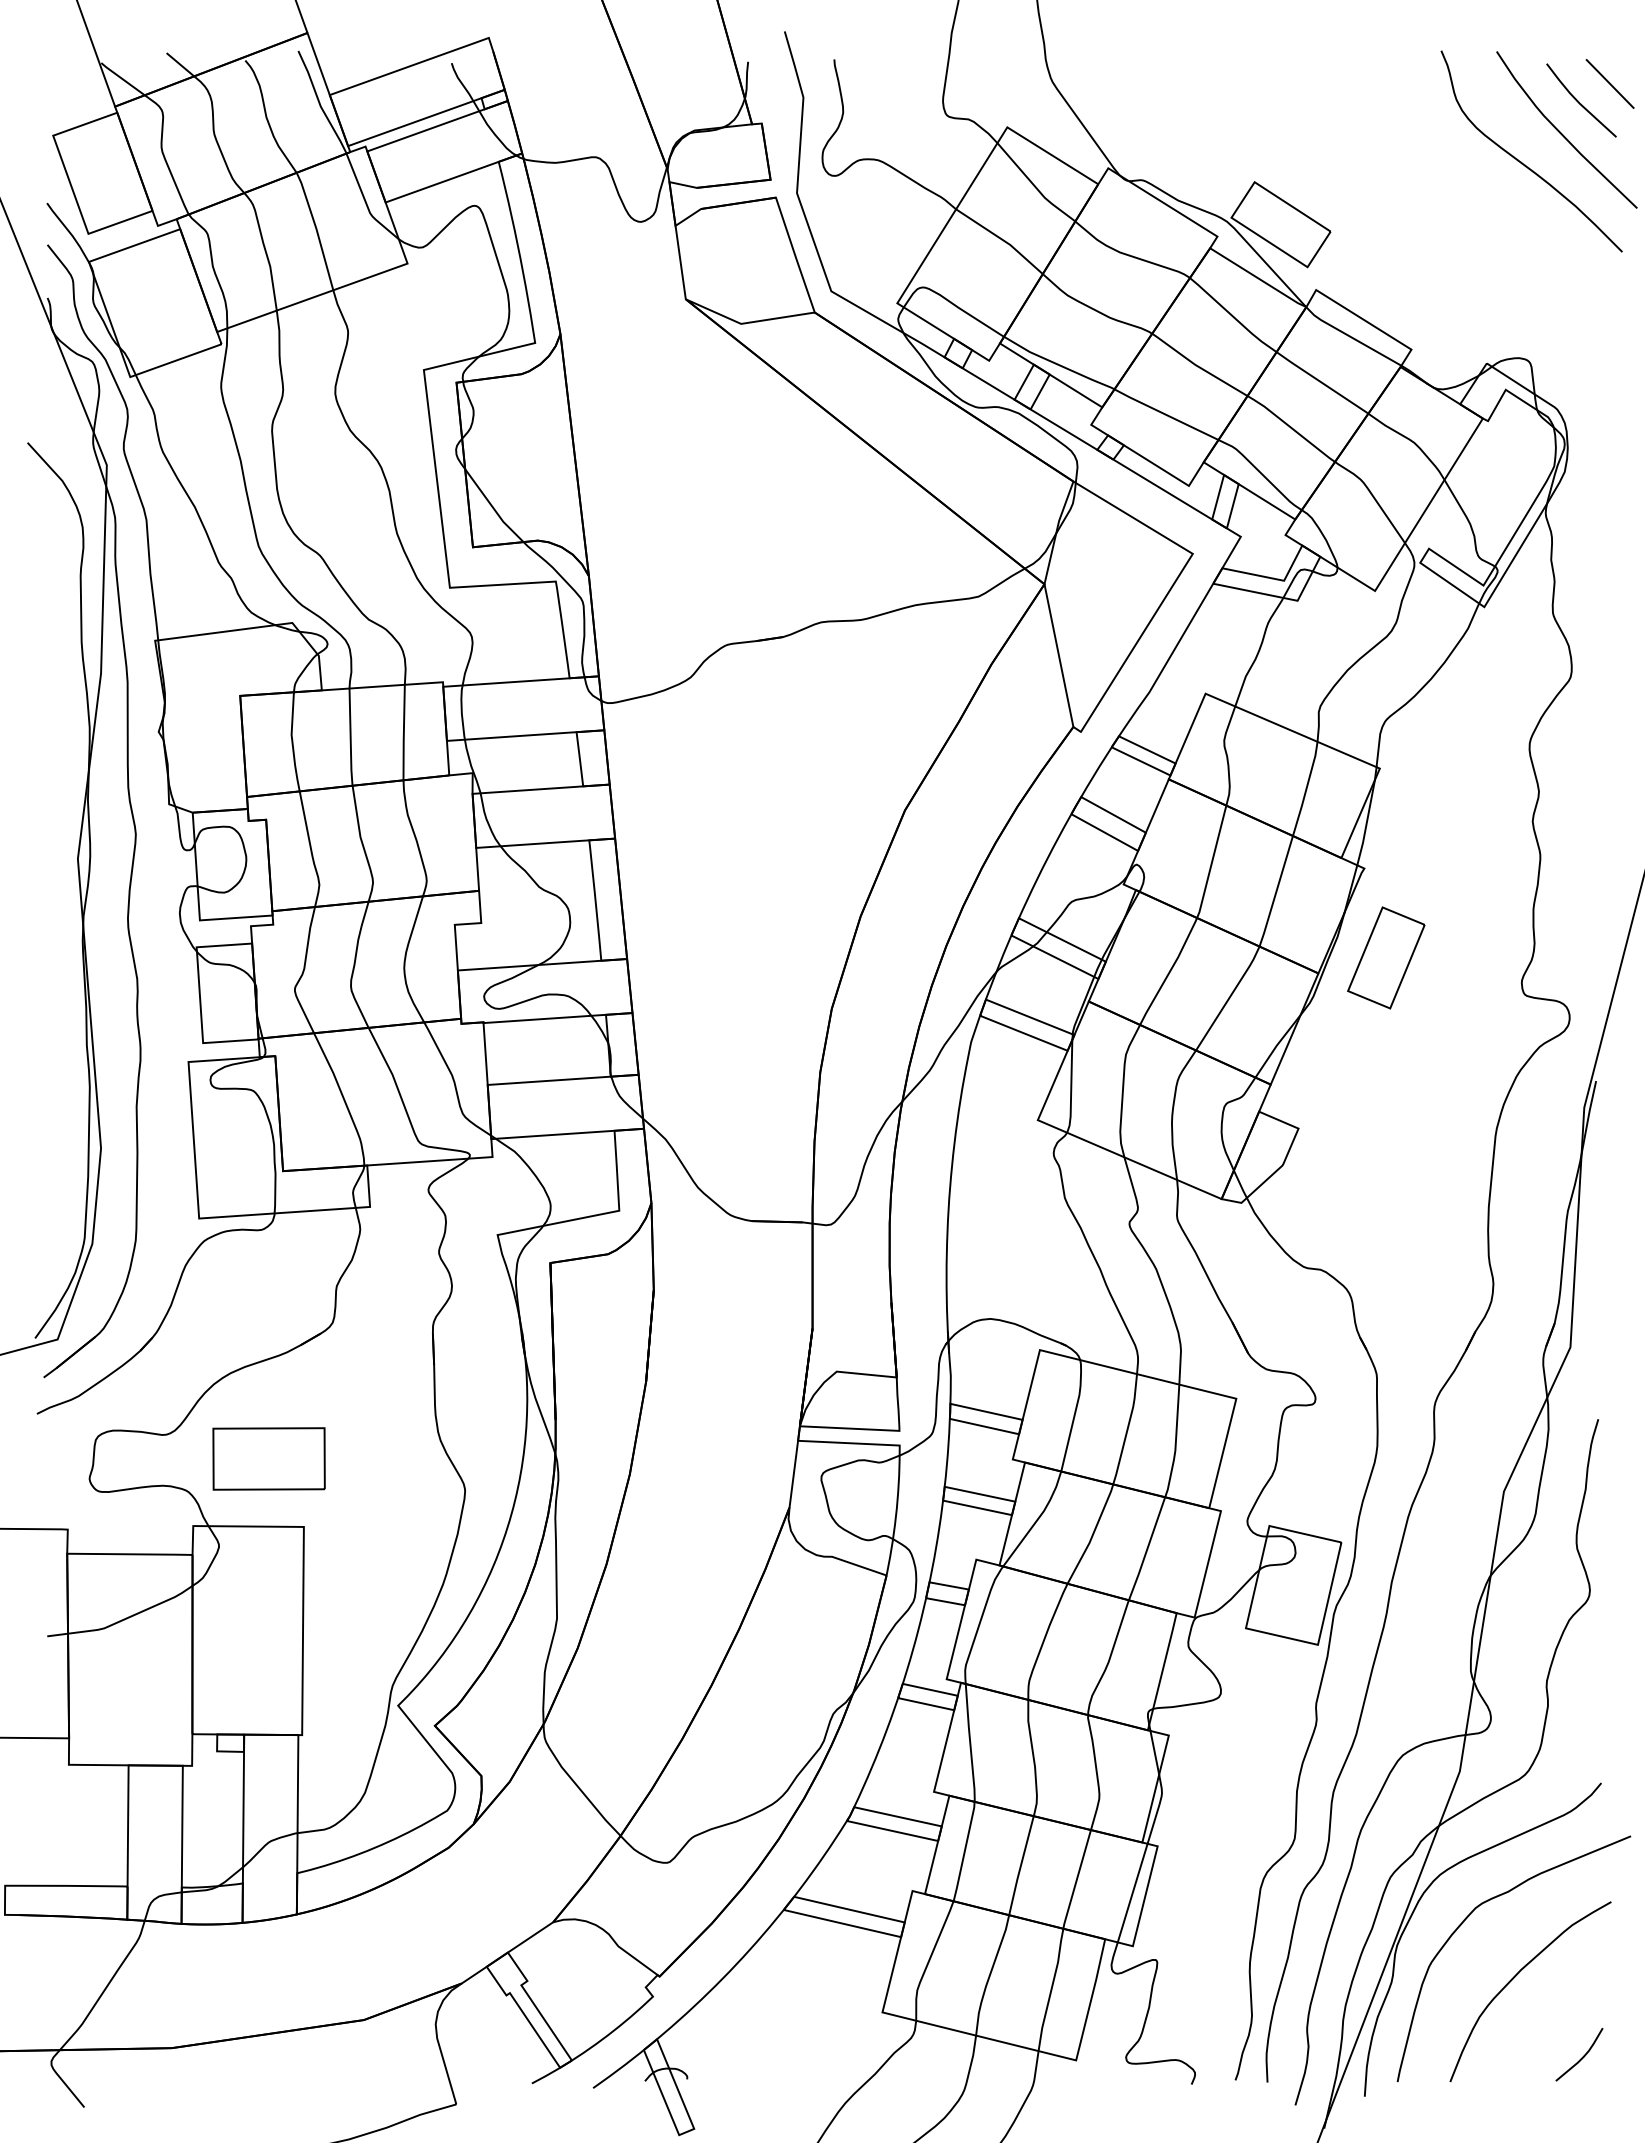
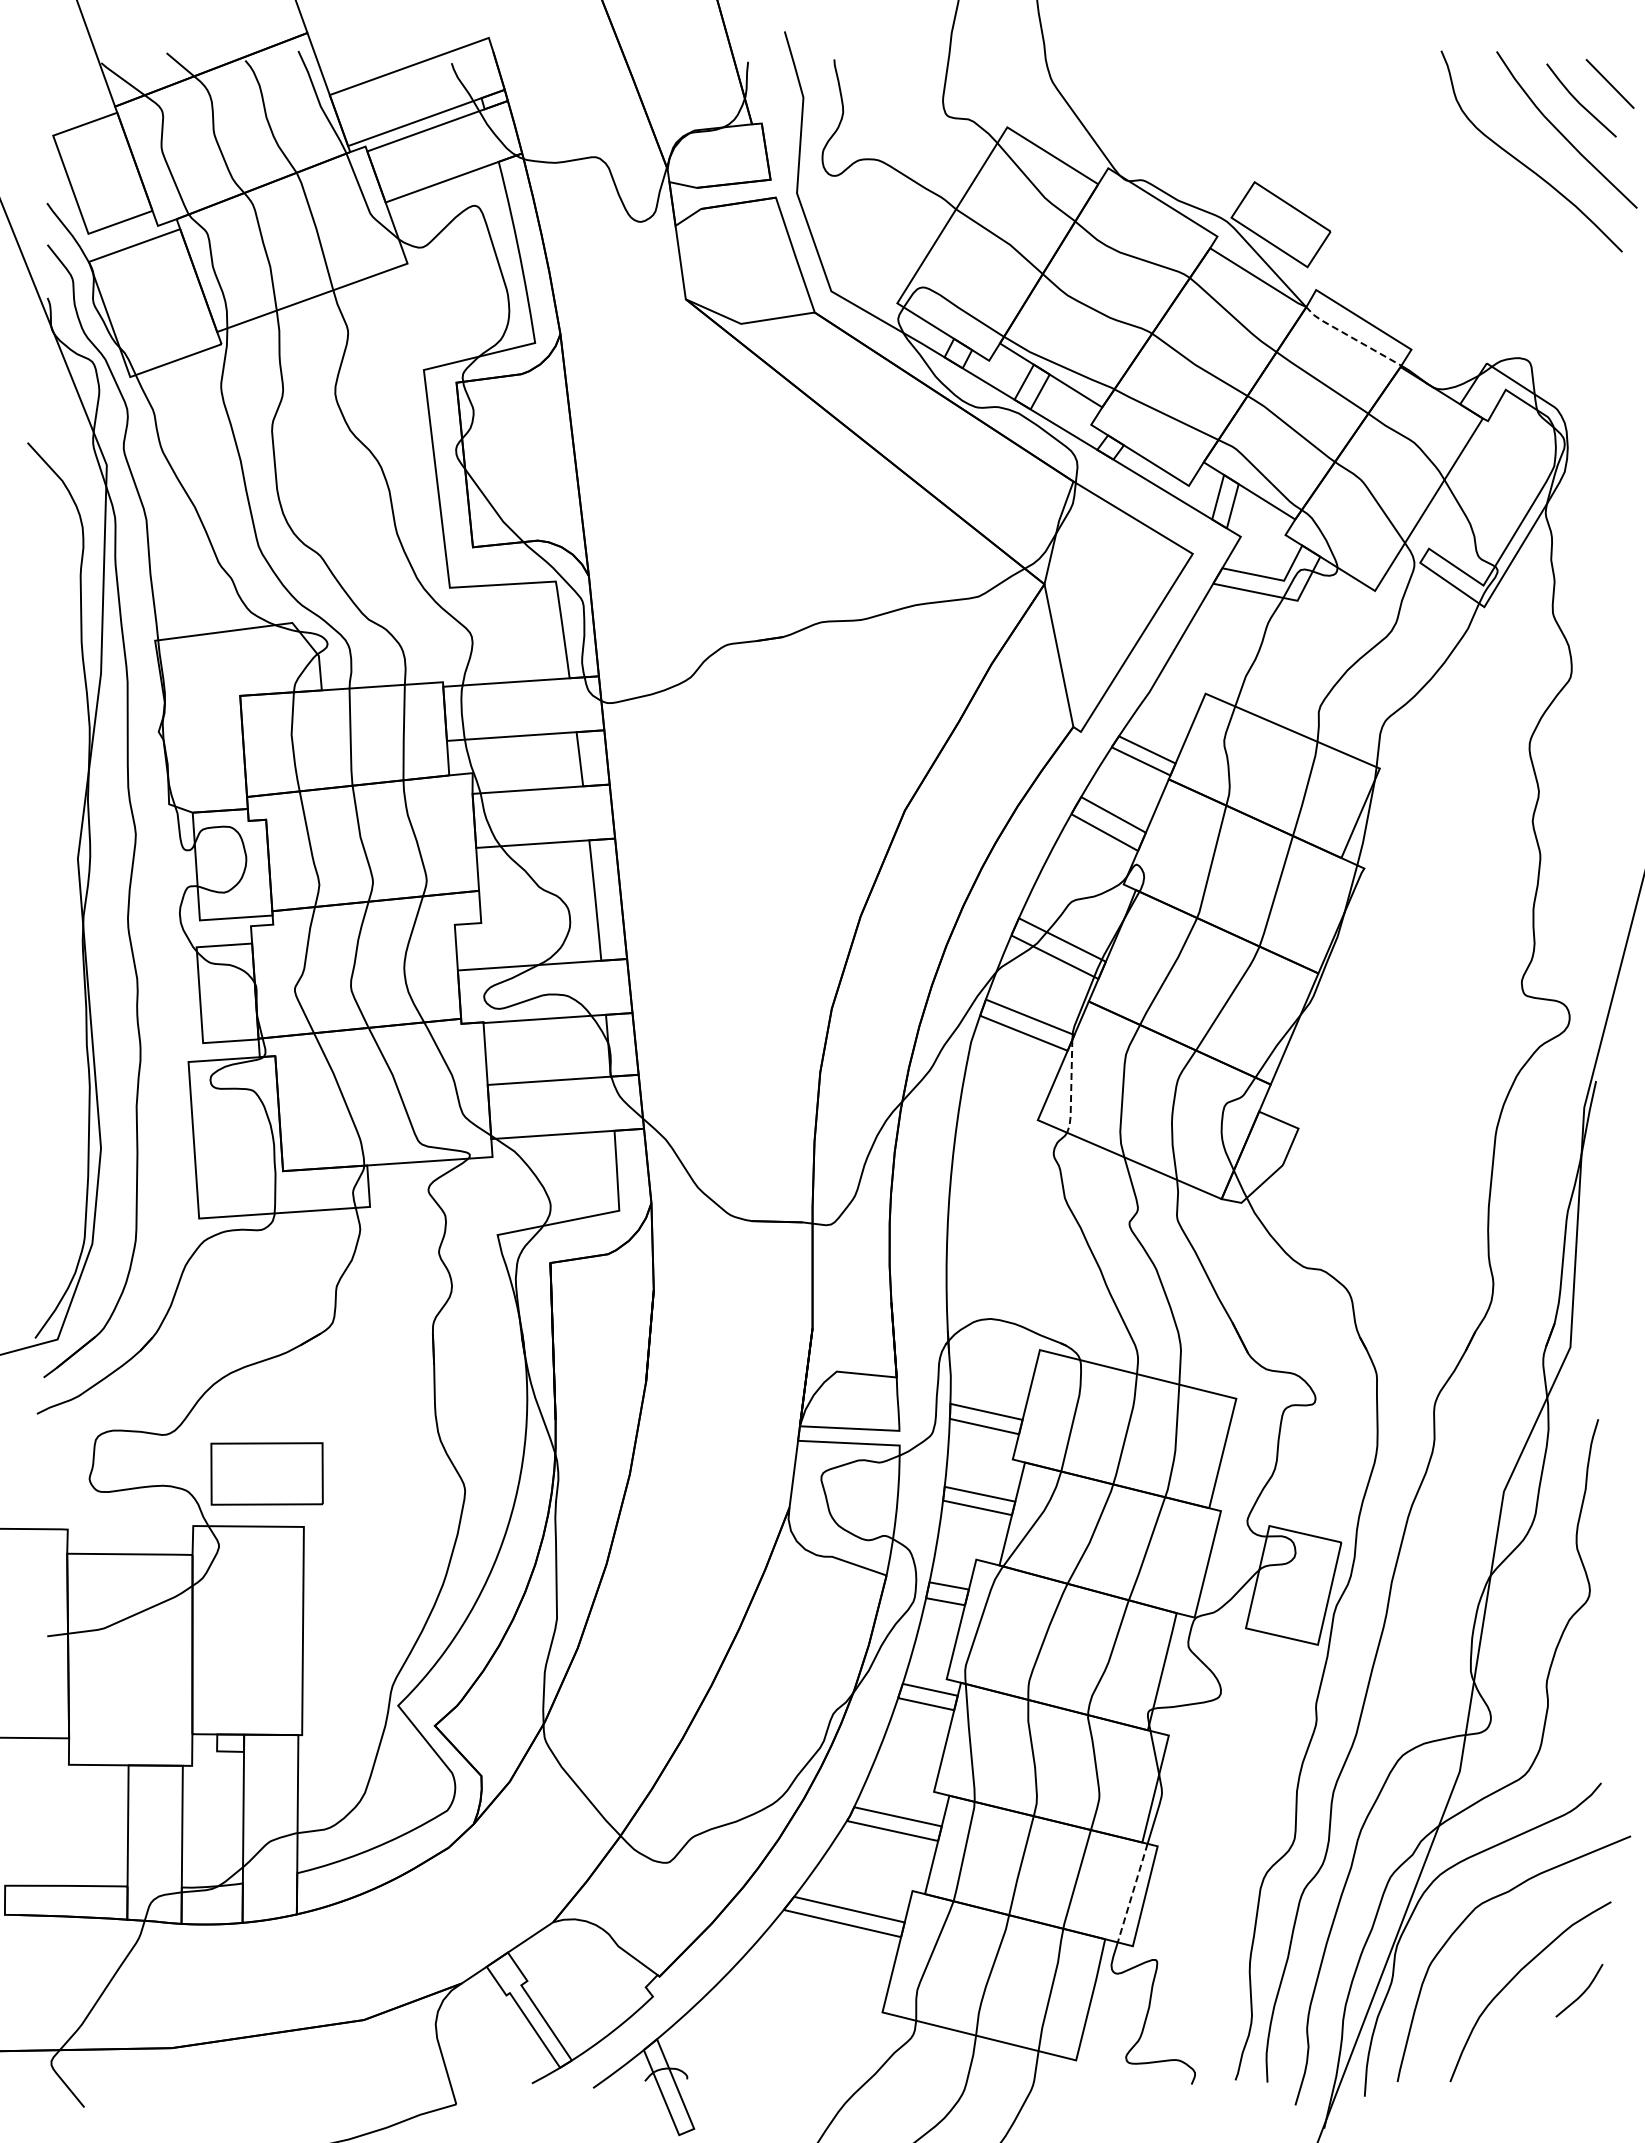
line at (1351, 337): solid -> dashed
part at (1386, 957): present -> none
line at (1071, 1088): solid -> dashed
part at (268, 1458) position: (268, 1458) -> (266, 1473)
line at (1132, 1893): solid -> dashed
curve at (1582, 2056) position: (1582, 2056) -> (1582, 1992)
